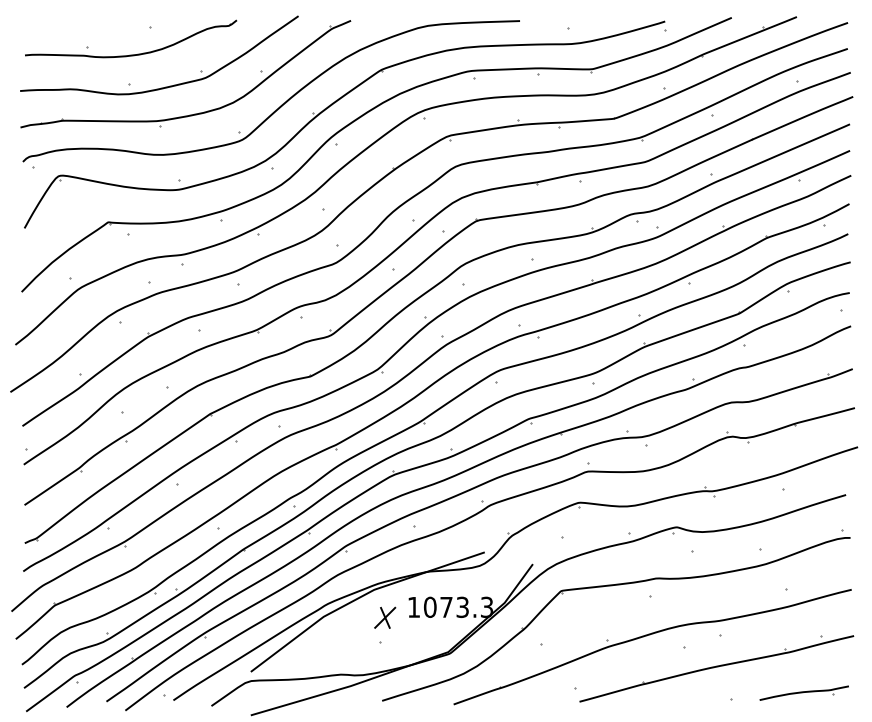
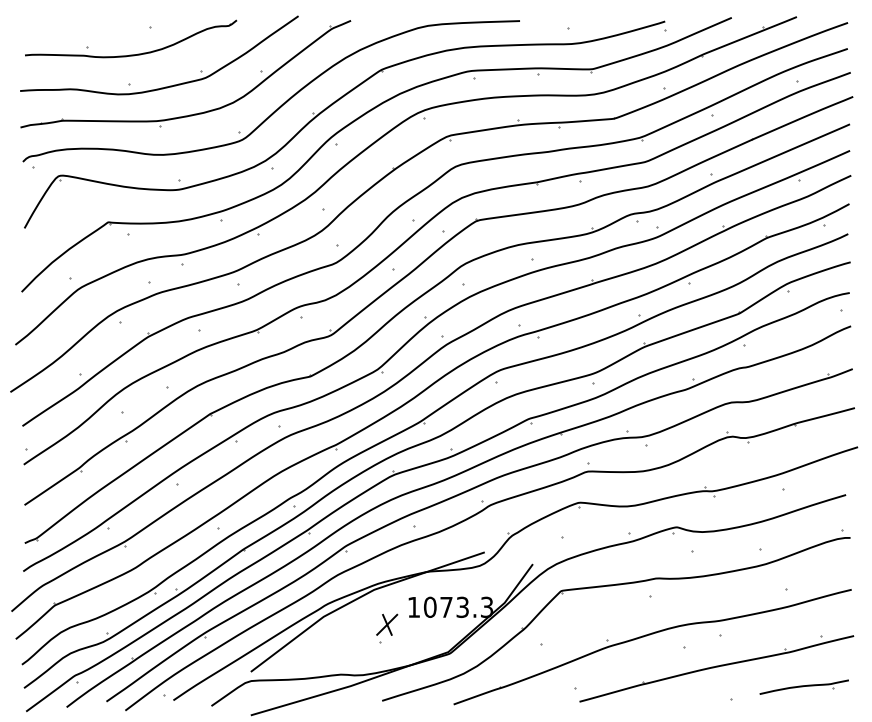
part at (385, 617) position: (385, 617) -> (387, 624)
part at (803, 692) position: (803, 692) -> (803, 686)
